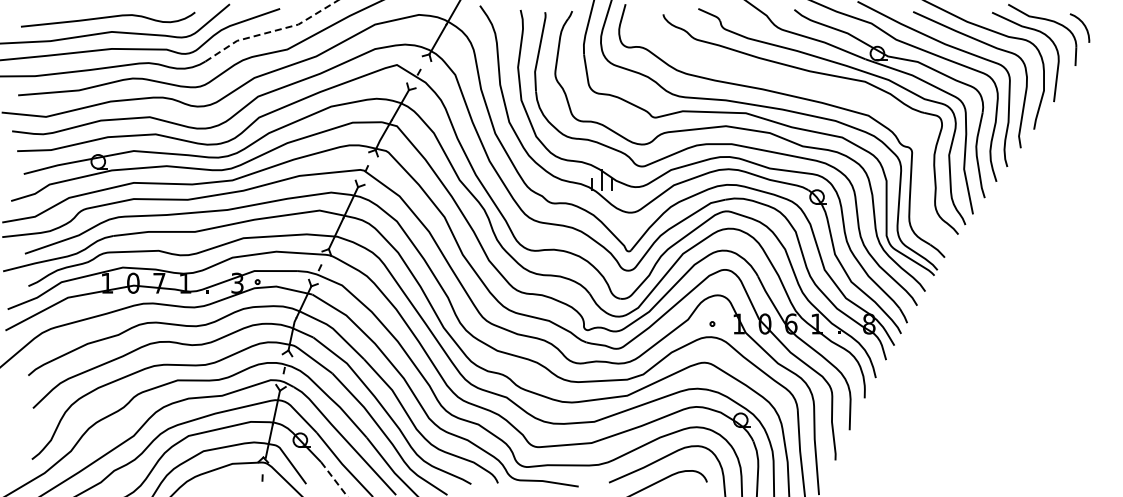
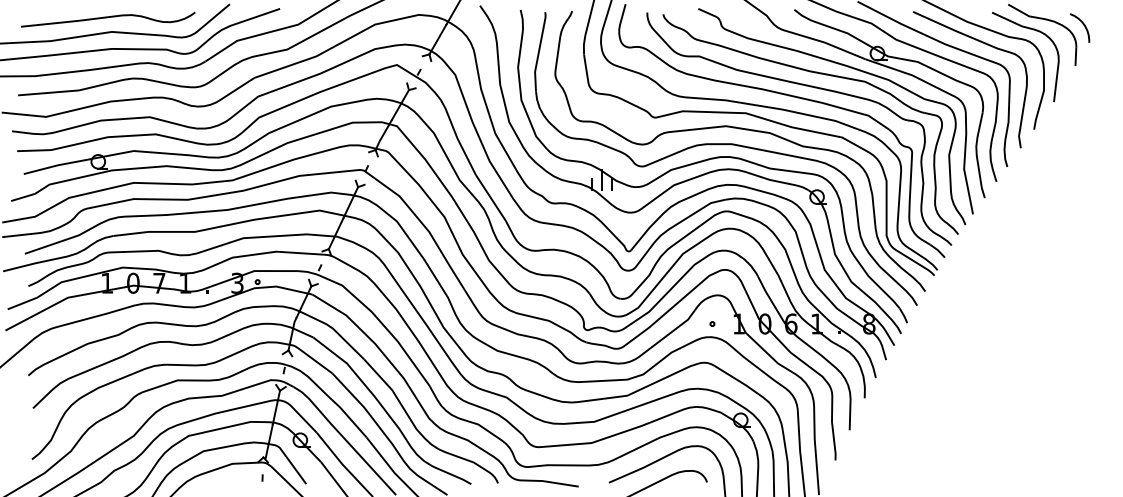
line at (272, 31): dashed -> solid
part at (805, 86): none -> present
line at (334, 479): dashed -> solid
